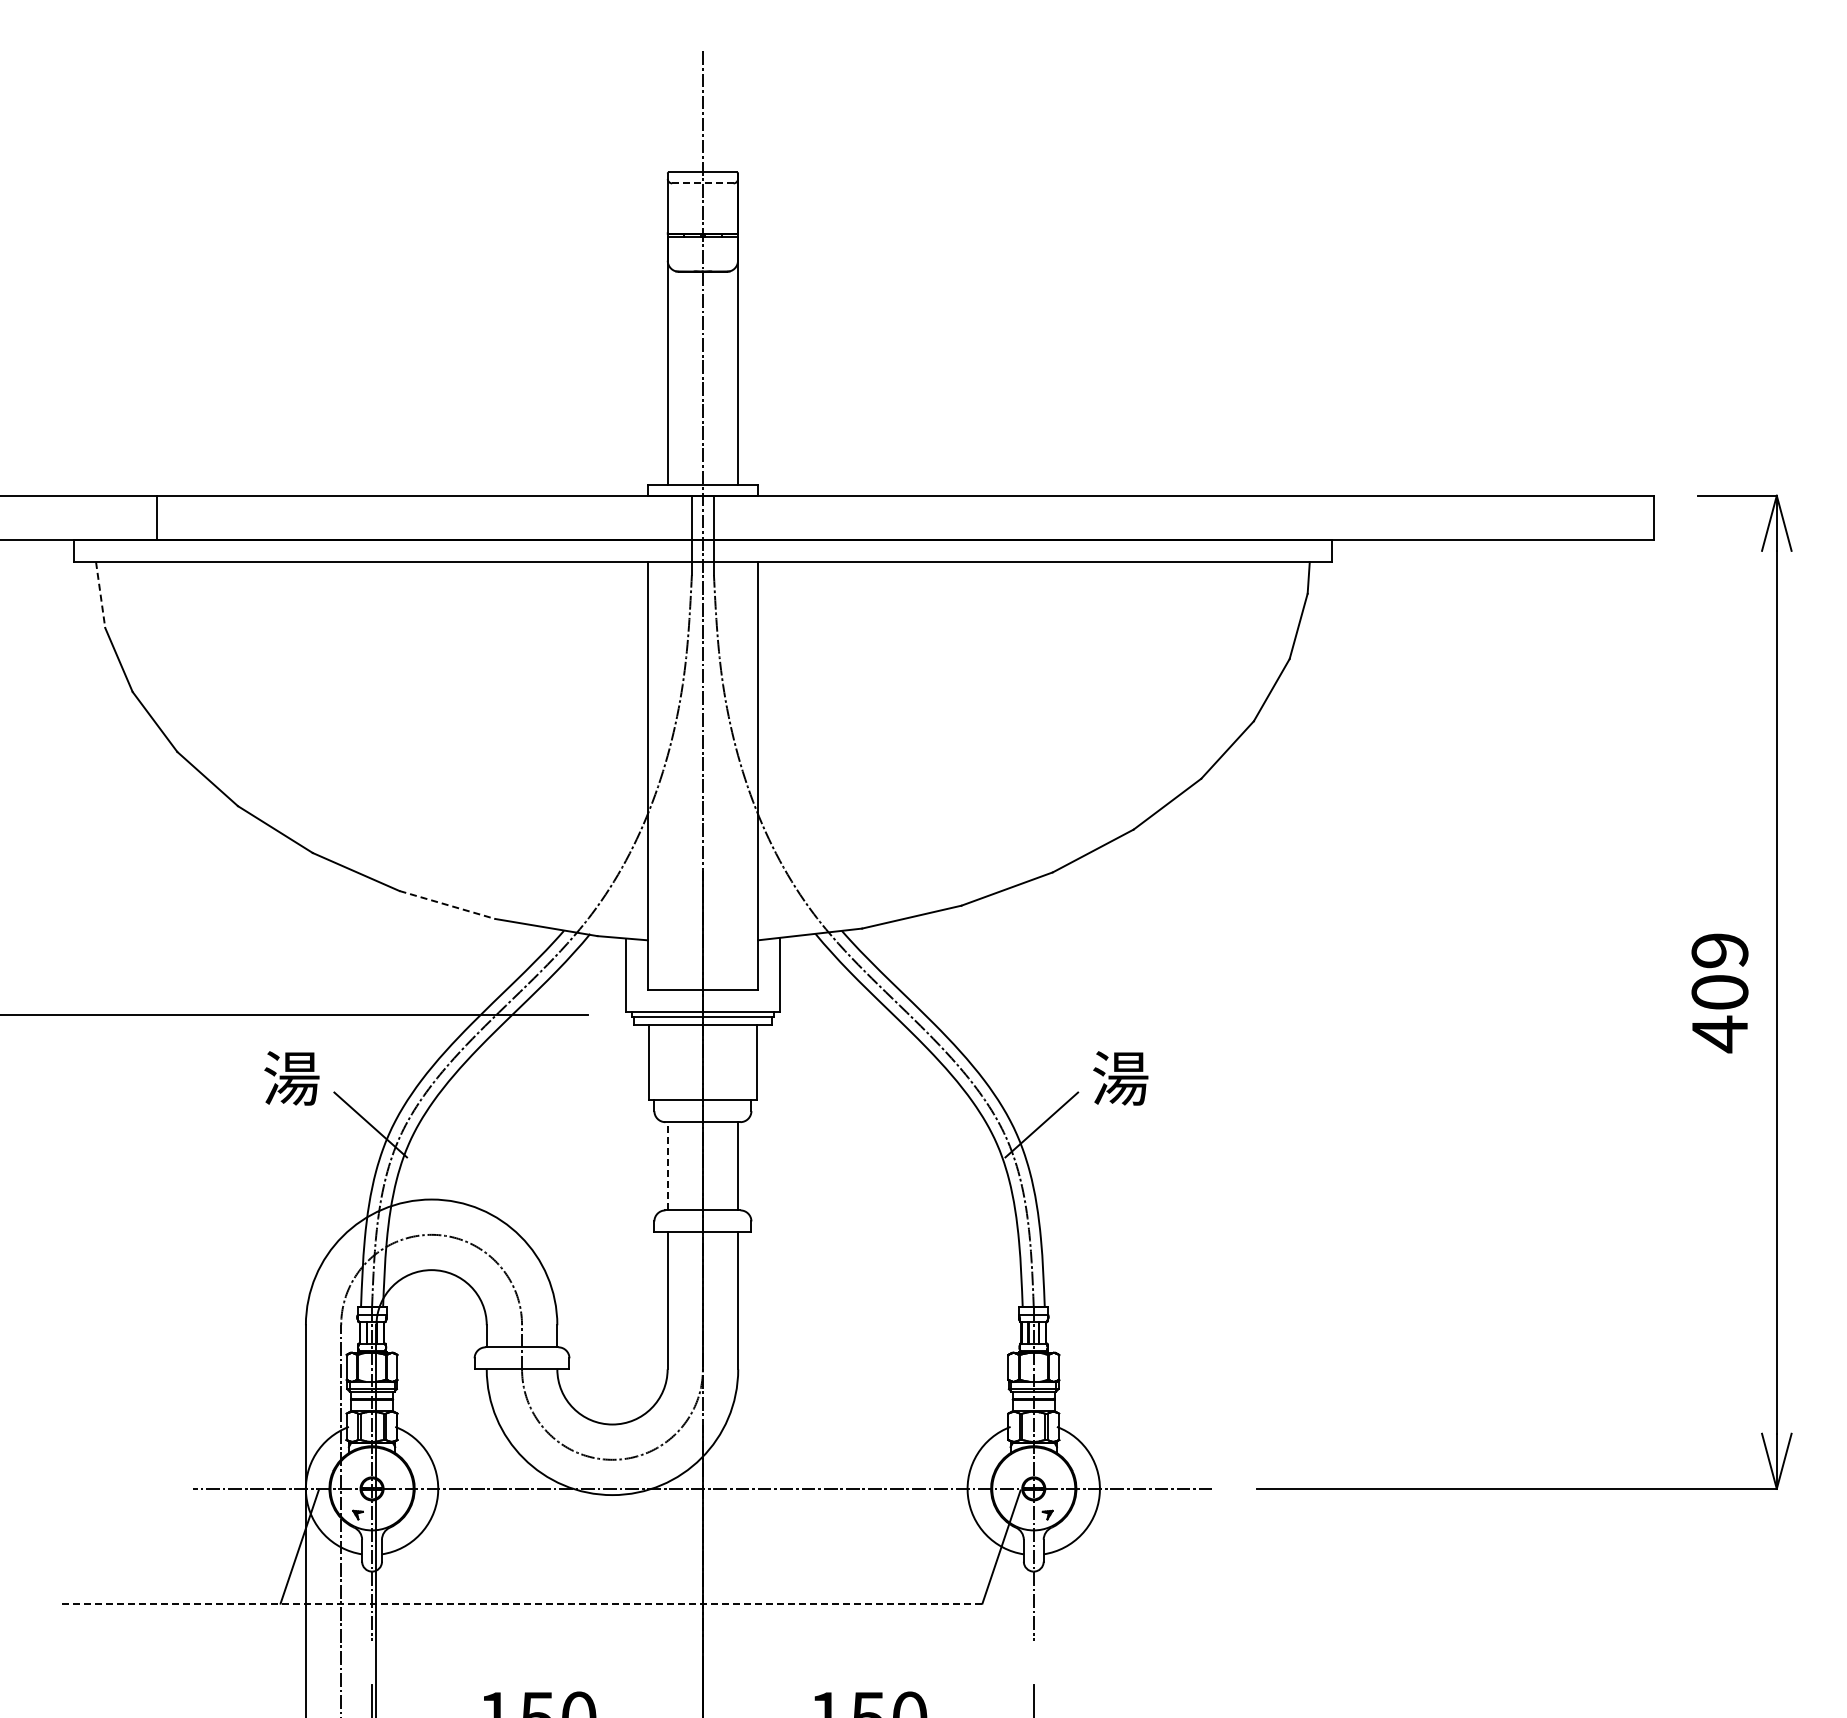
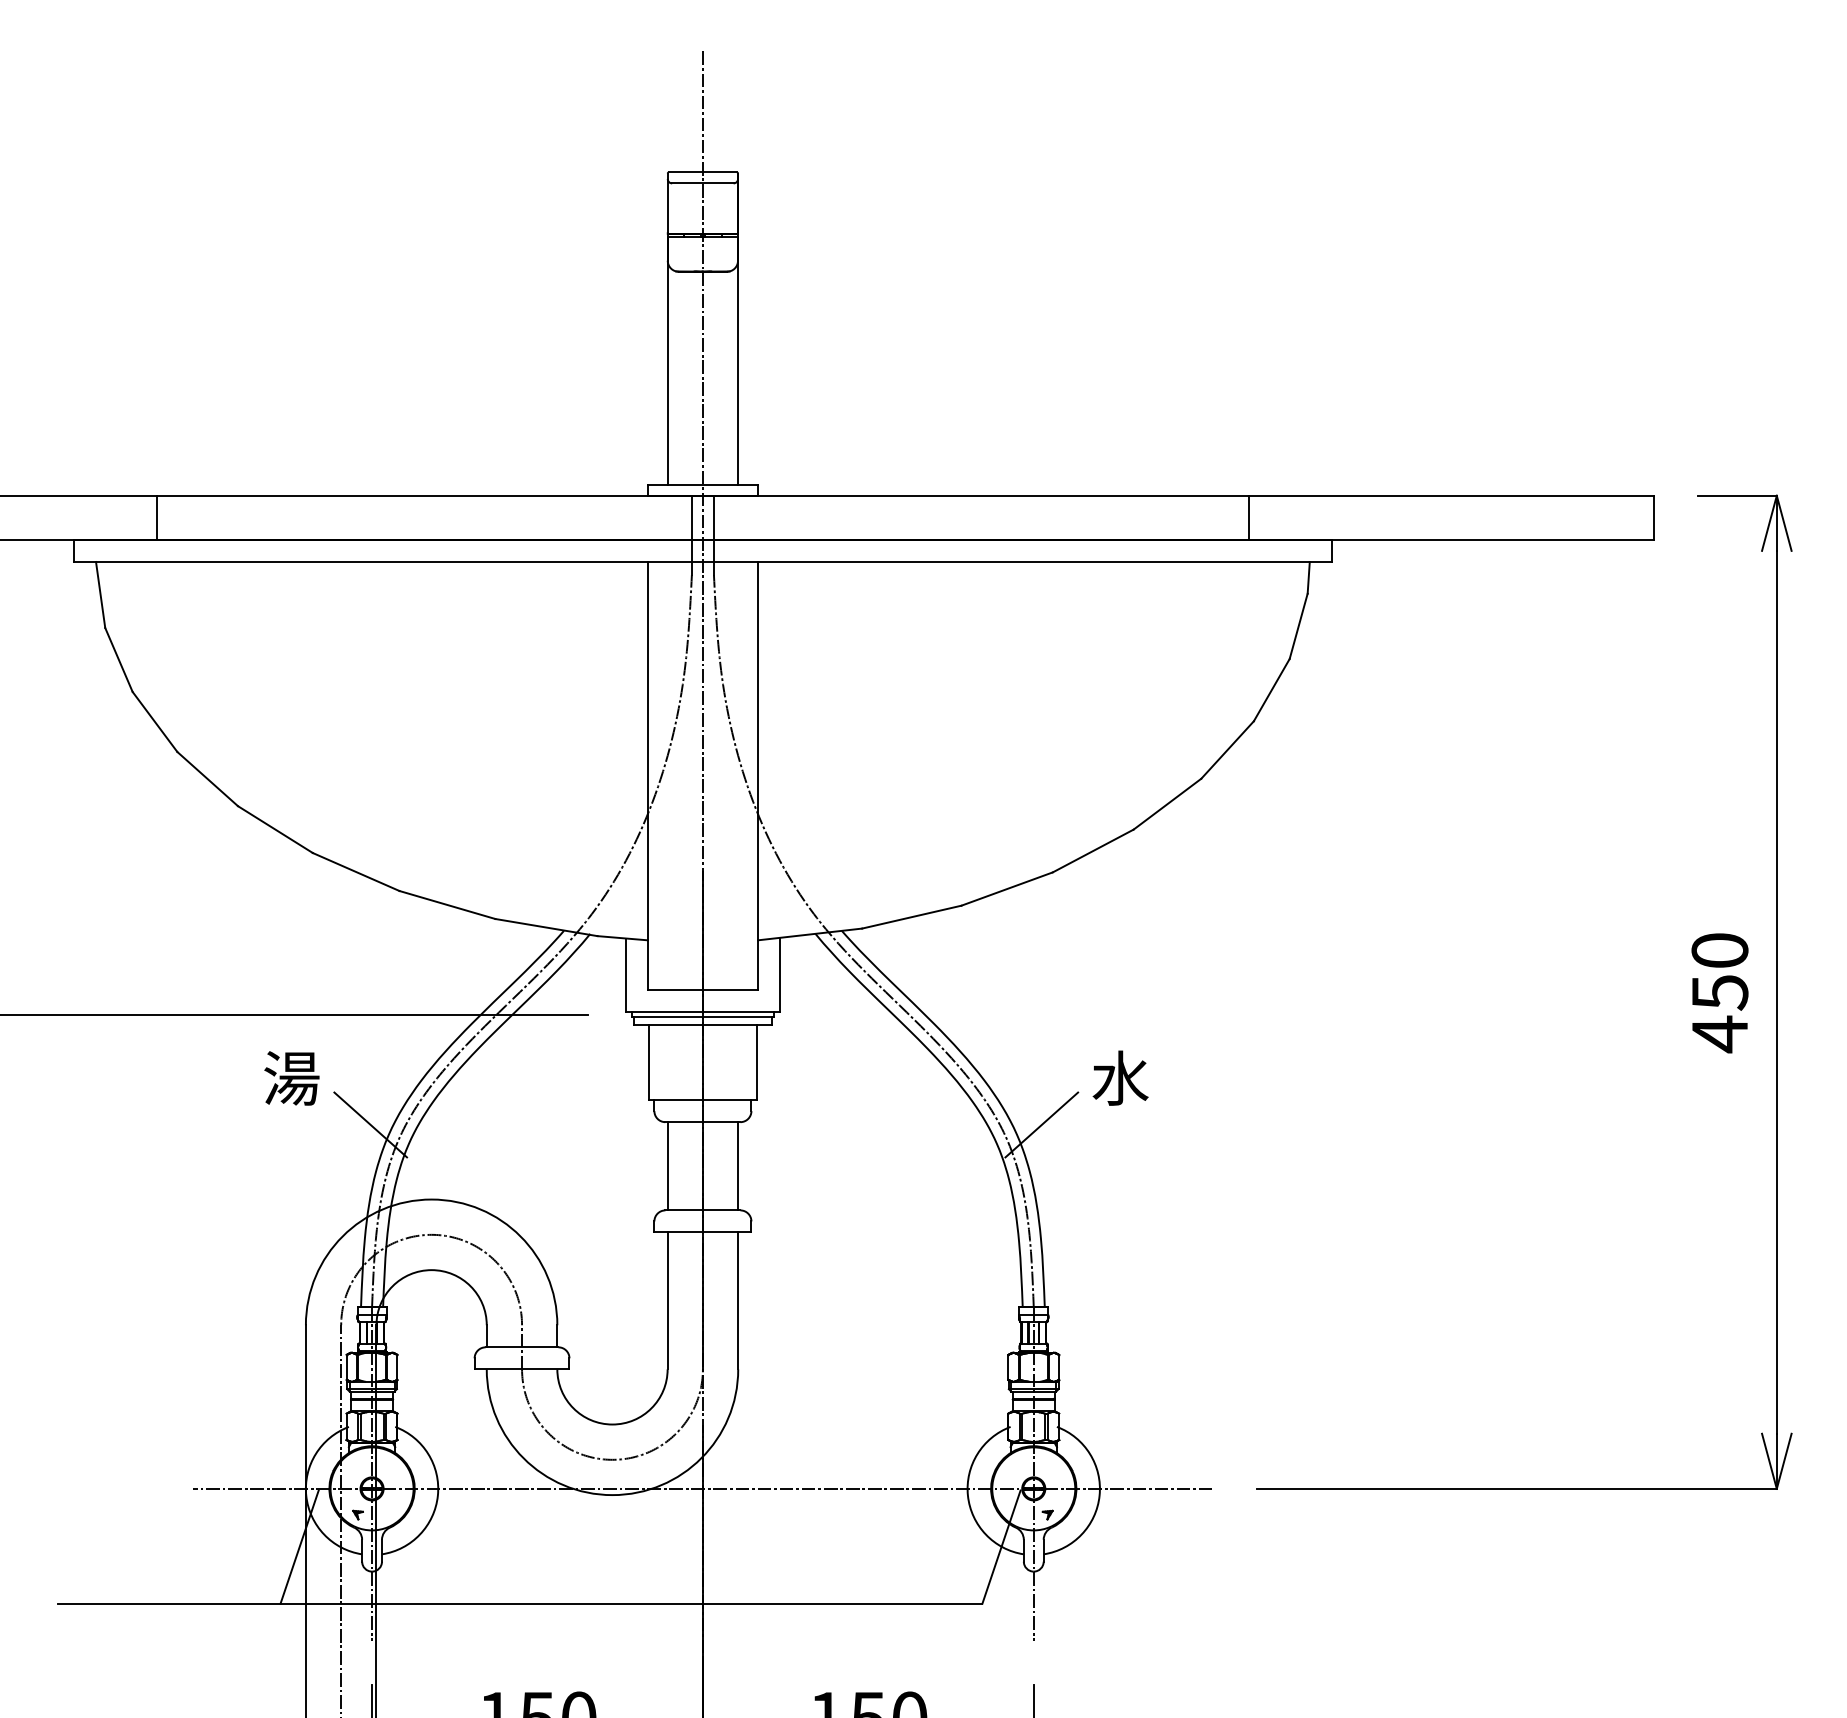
line at (702, 183): dashed -> solid
line at (1248, 517): none -> present
line at (100, 595): dashed -> solid
line at (447, 904): dashed -> solid
text at (1719, 971): 409 -> 450
text at (1120, 1077): 湯 -> 水
line at (667, 1165): dashed -> solid
line at (519, 1603): dashed -> solid
